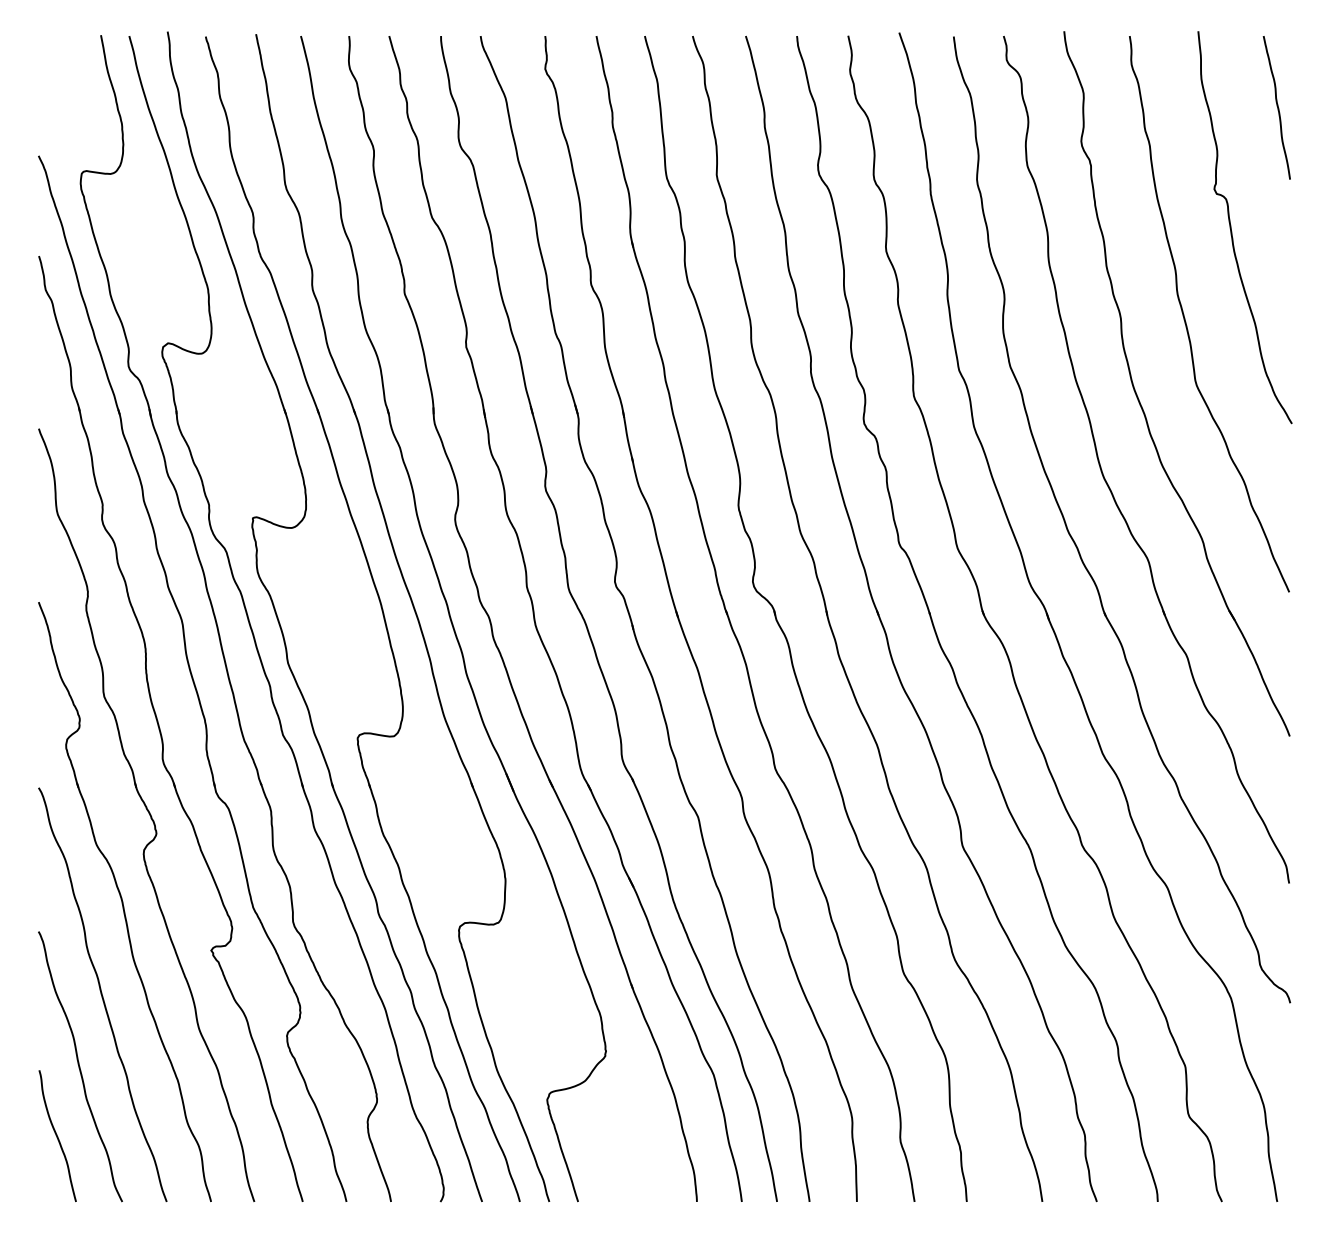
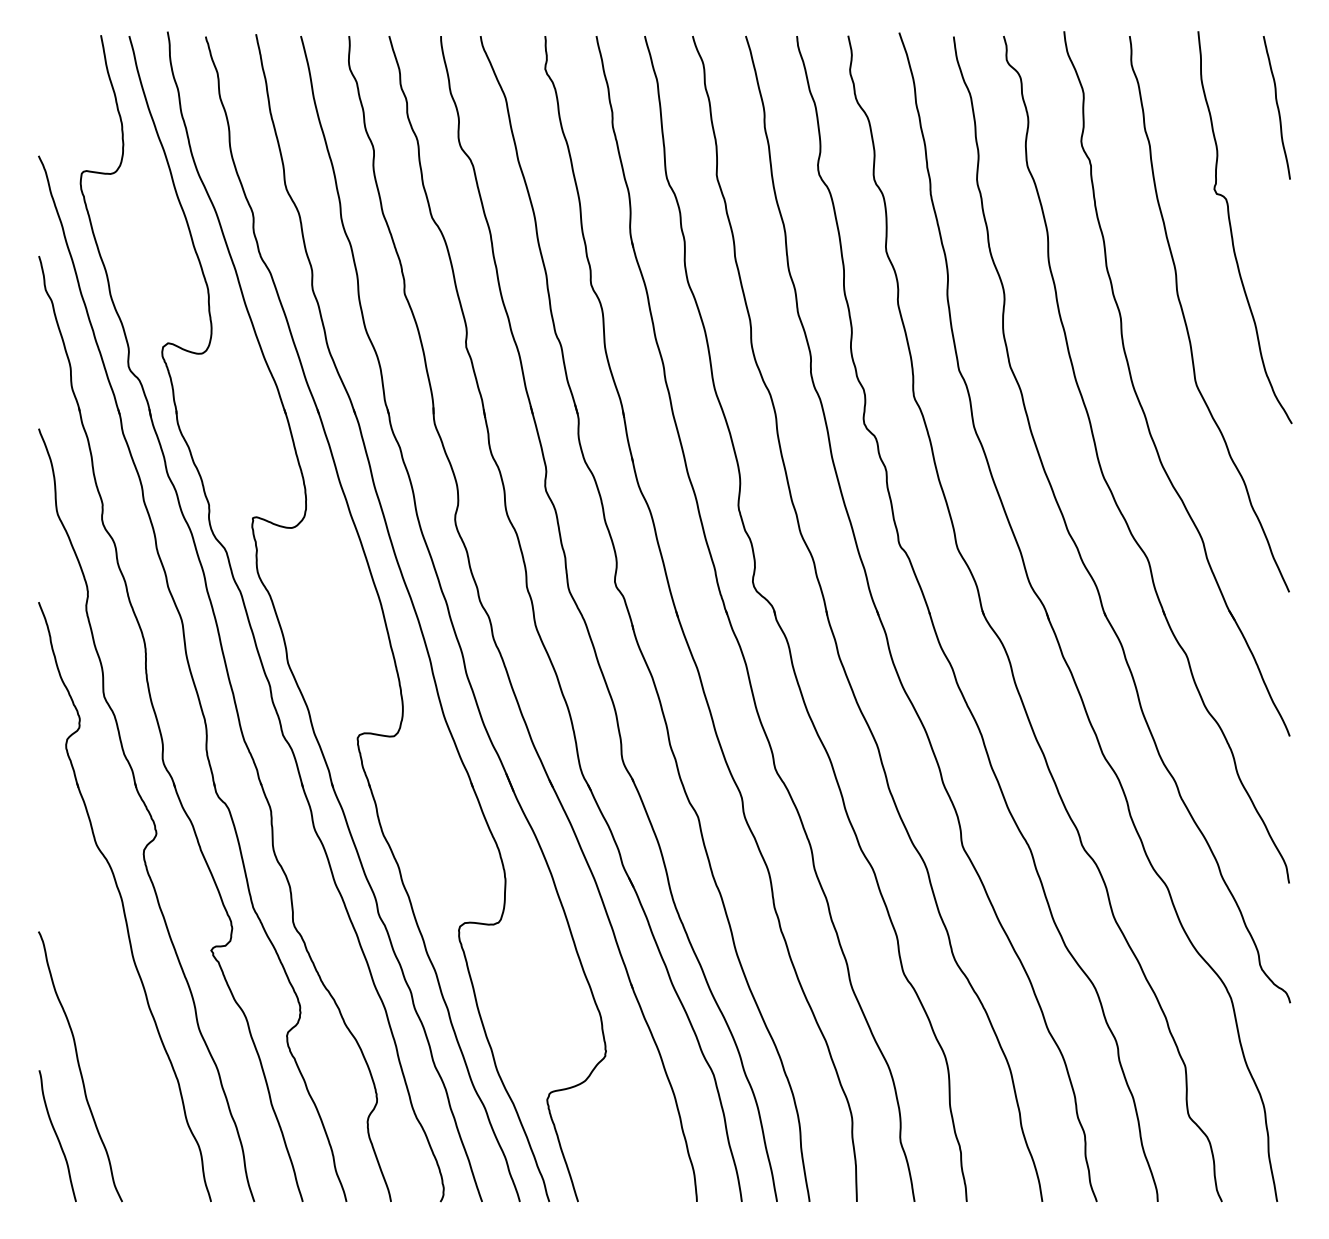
curve at (102, 994): present -> none
